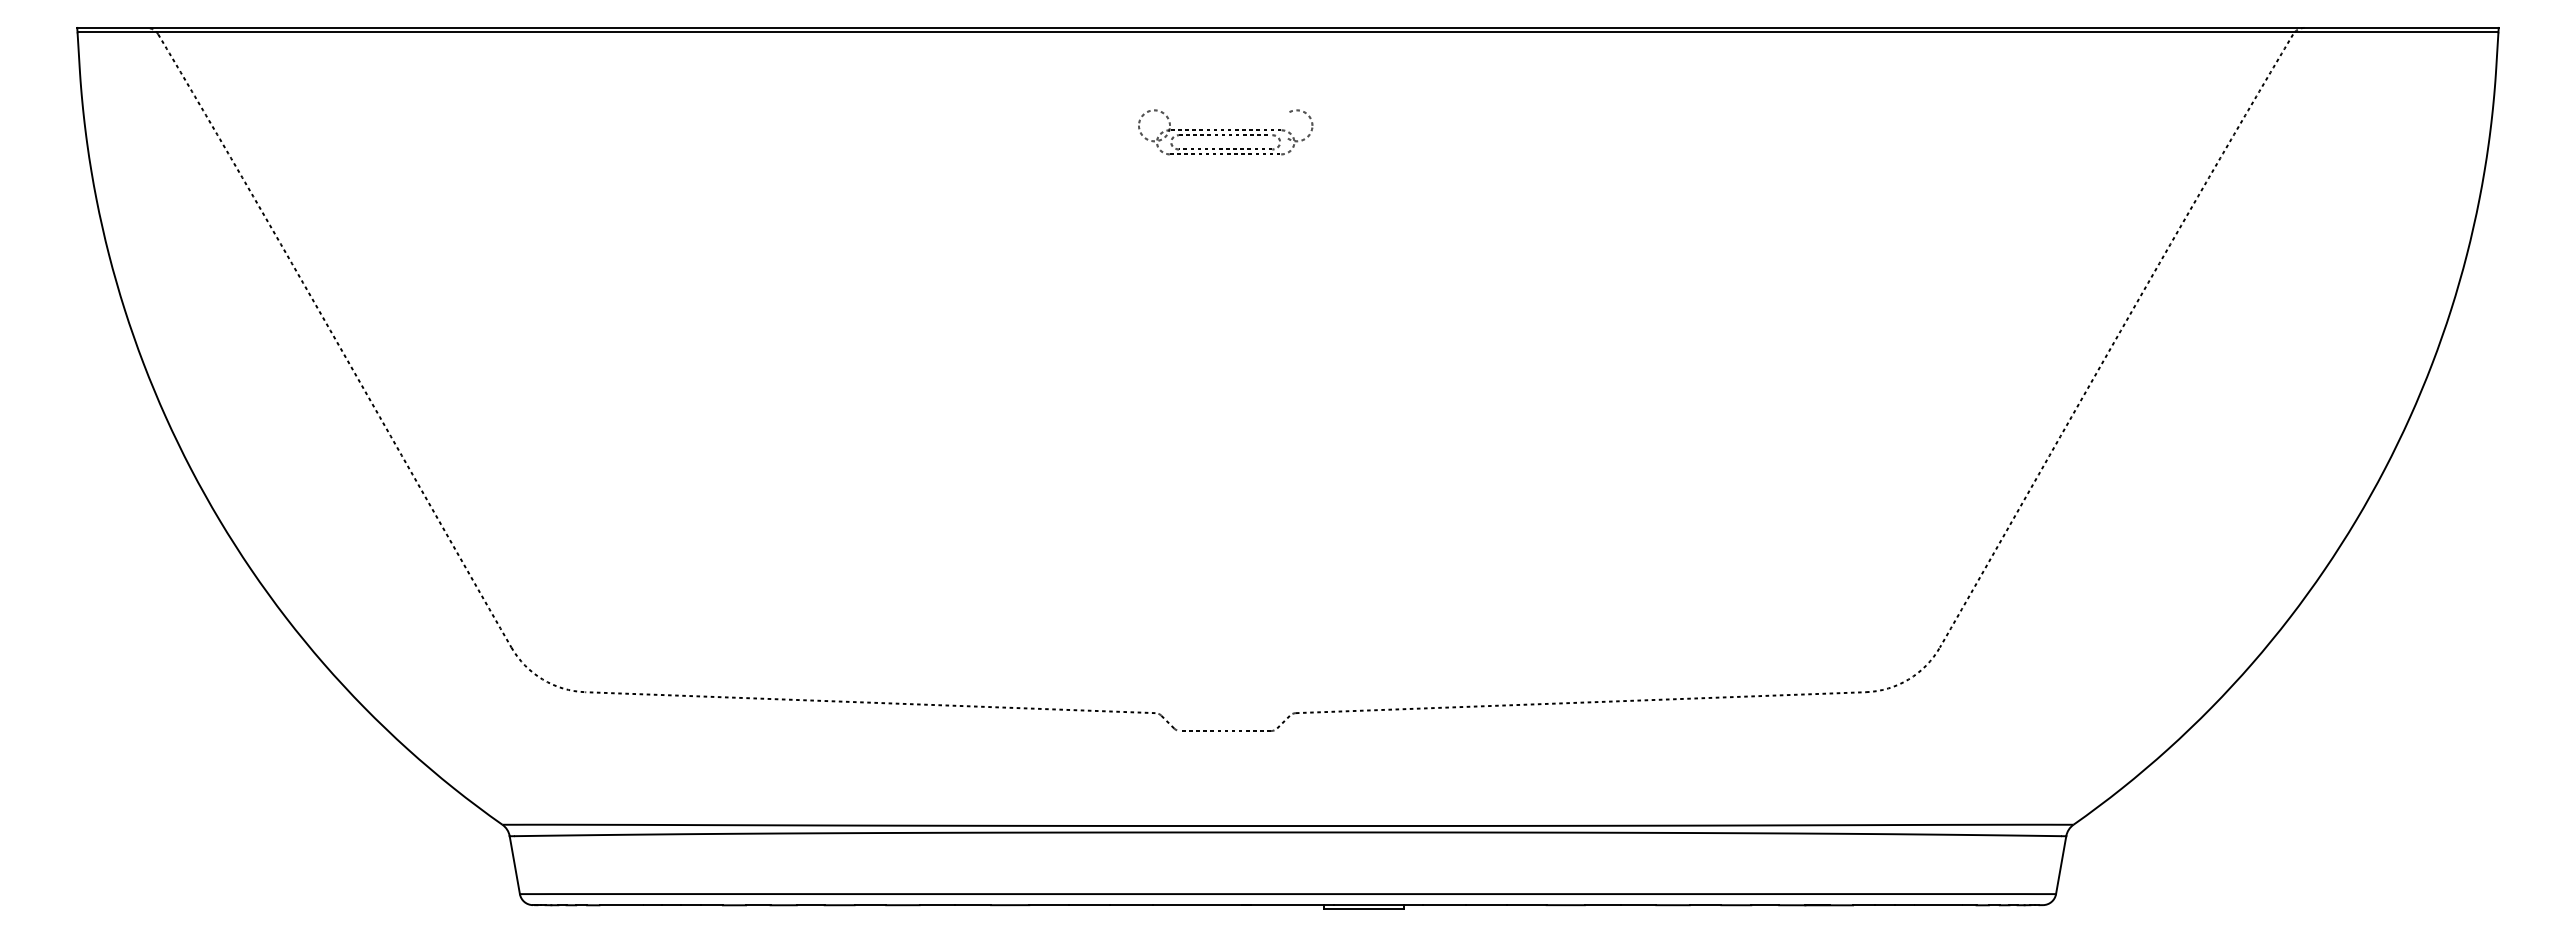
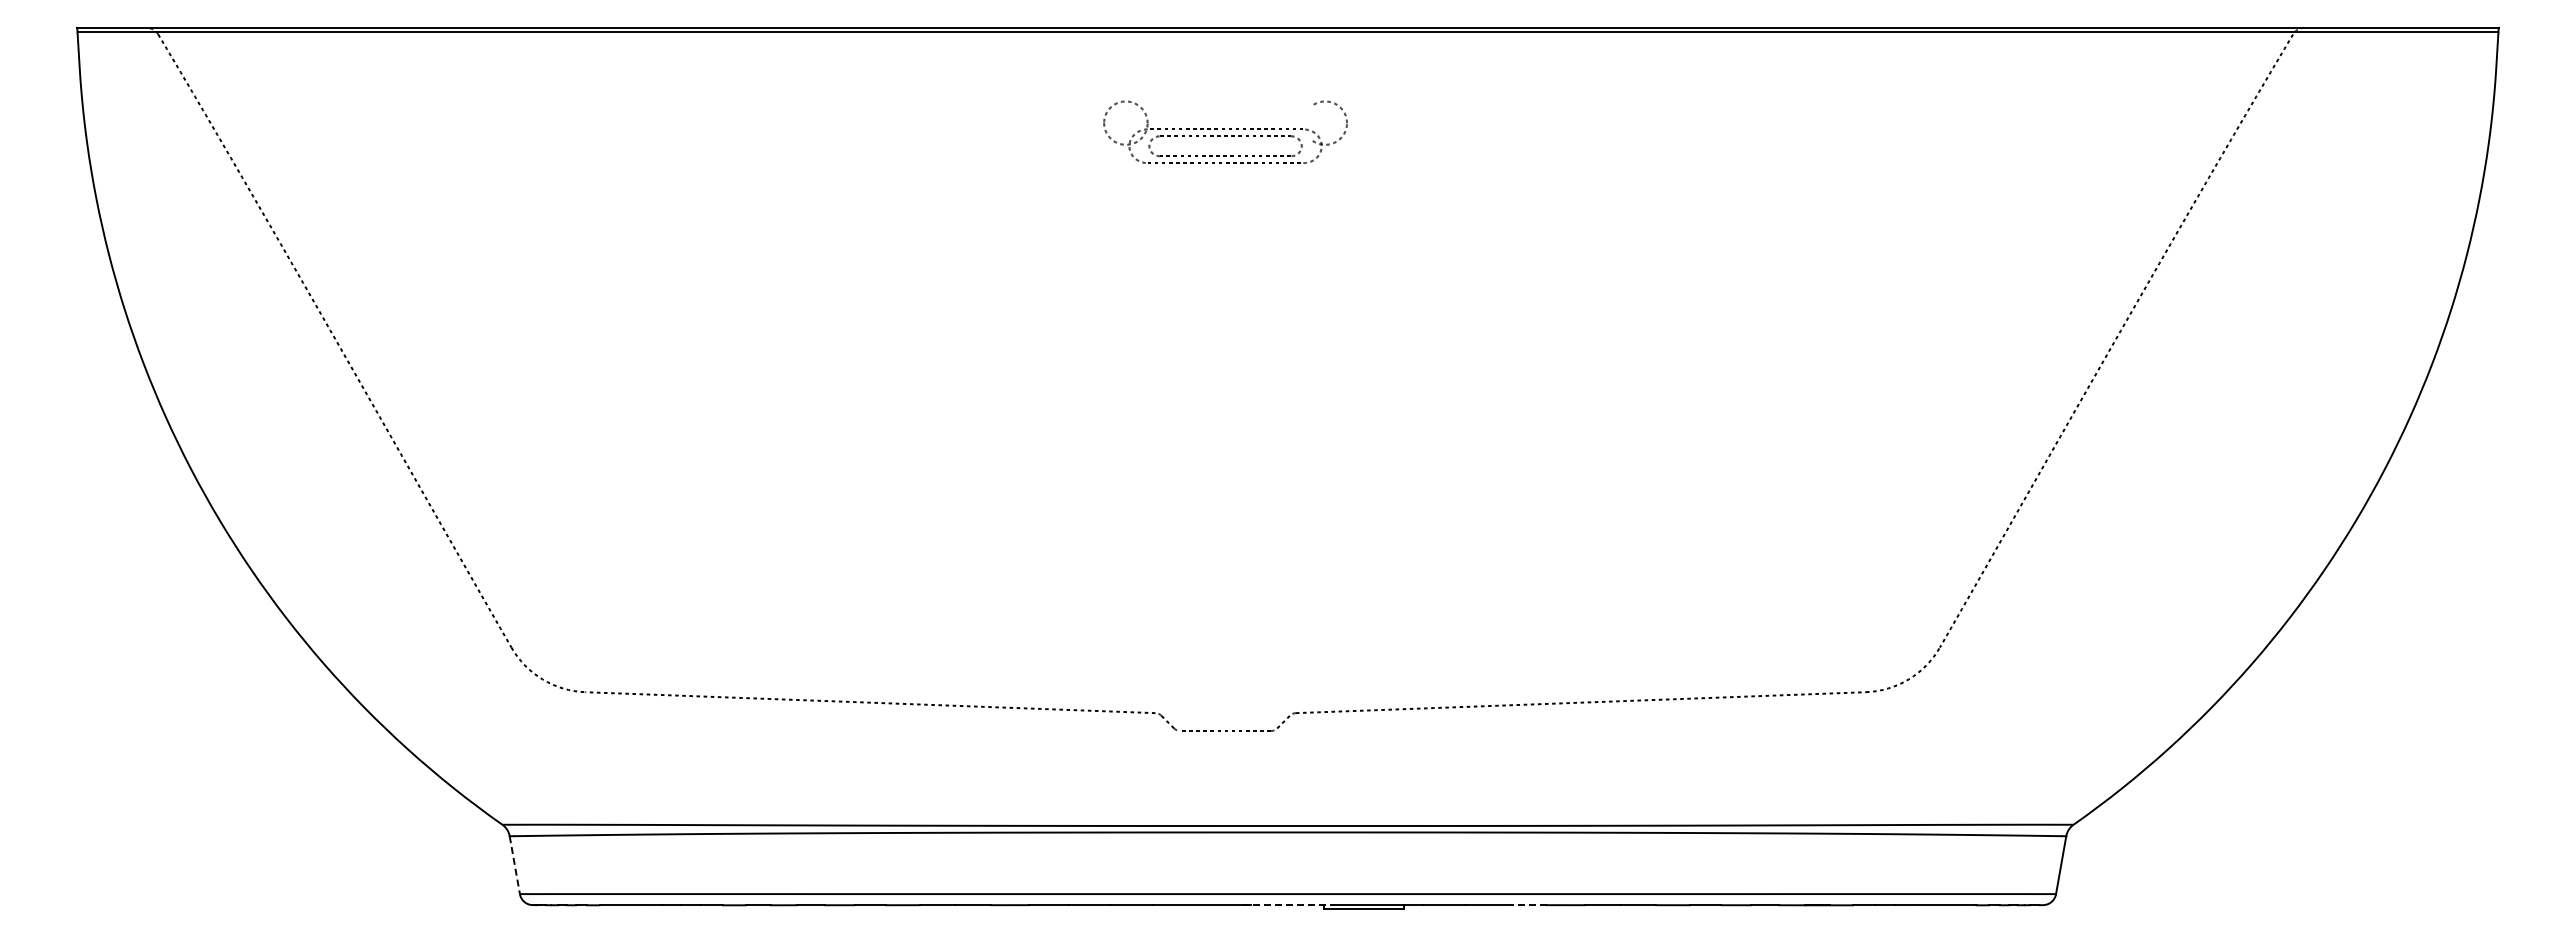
part at (1225, 132) size: 176x47 px -> 245x64 px
line at (514, 865): solid -> dashed
line at (1288, 905): solid -> dashed
line at (1526, 905): solid -> dashed
